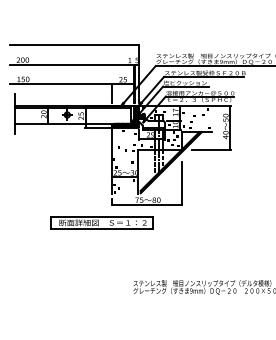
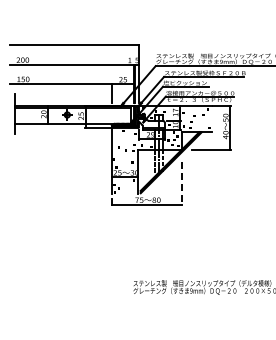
line at (182, 183): solid -> dashed
part at (101, 222): present -> none
